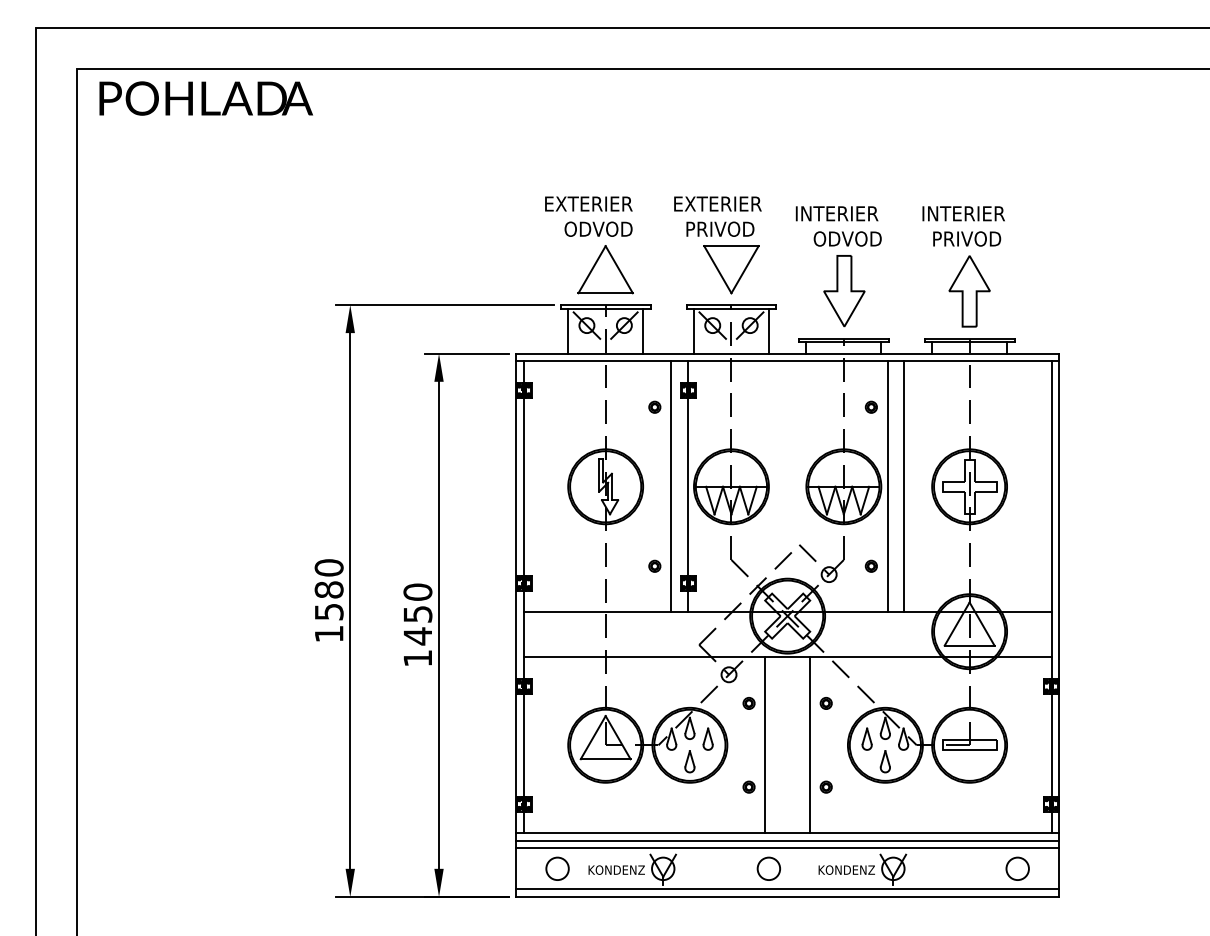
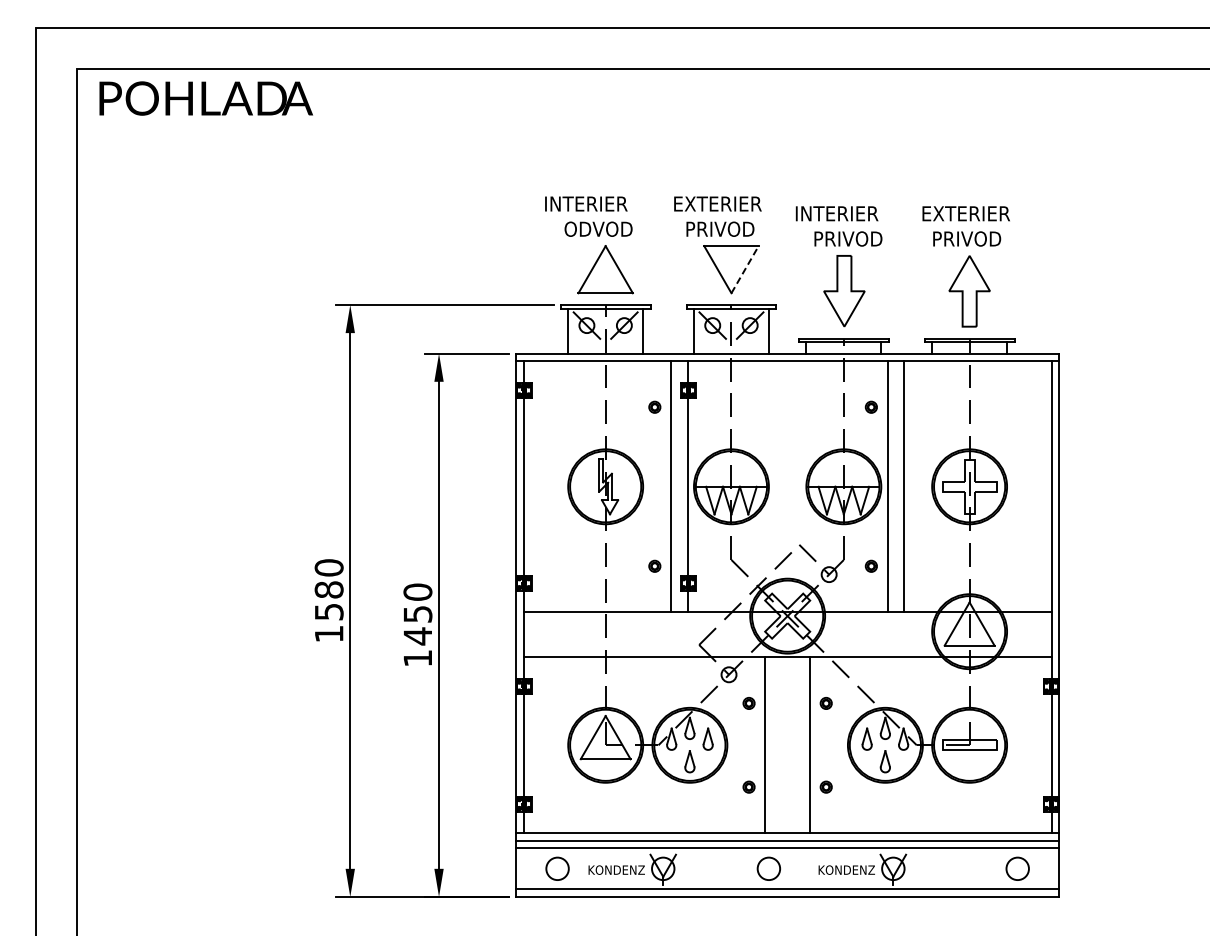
text at (589, 203): EXTERIER -> INTERIER
text at (966, 213): INTERIER -> EXTERIER
text at (847, 238): ODVOD -> PRIVOD
line at (745, 269): solid -> dashed
